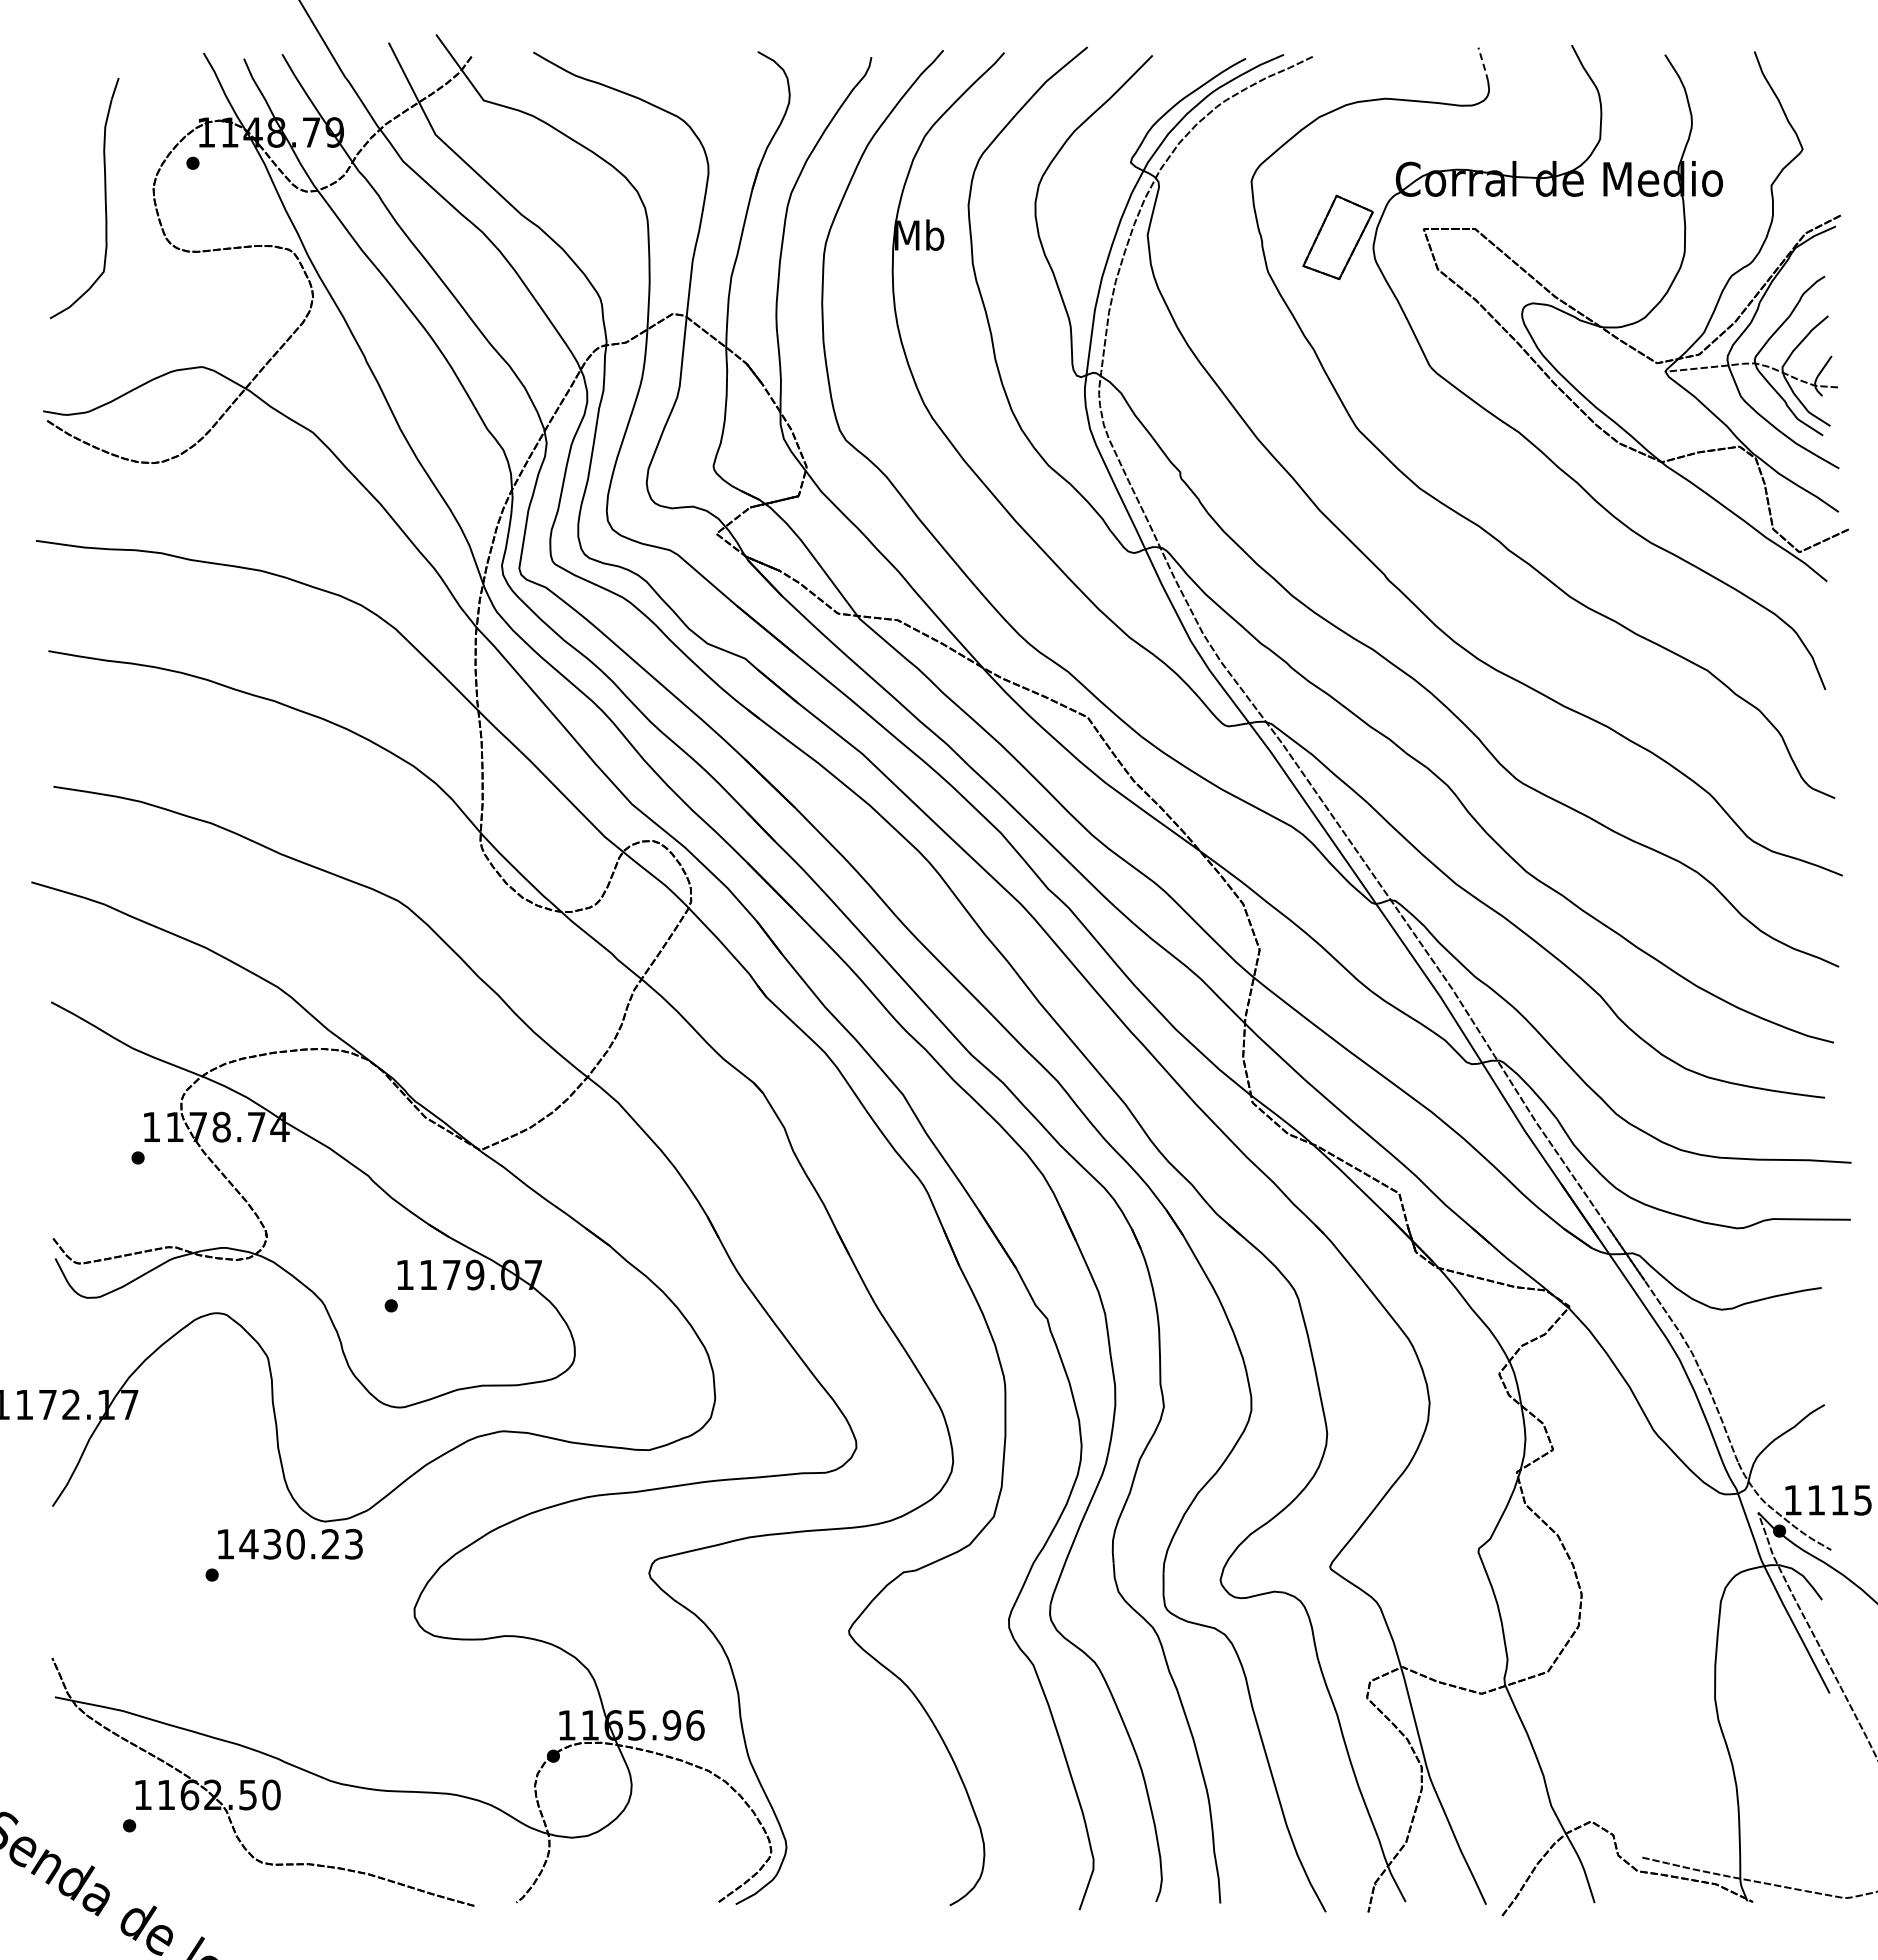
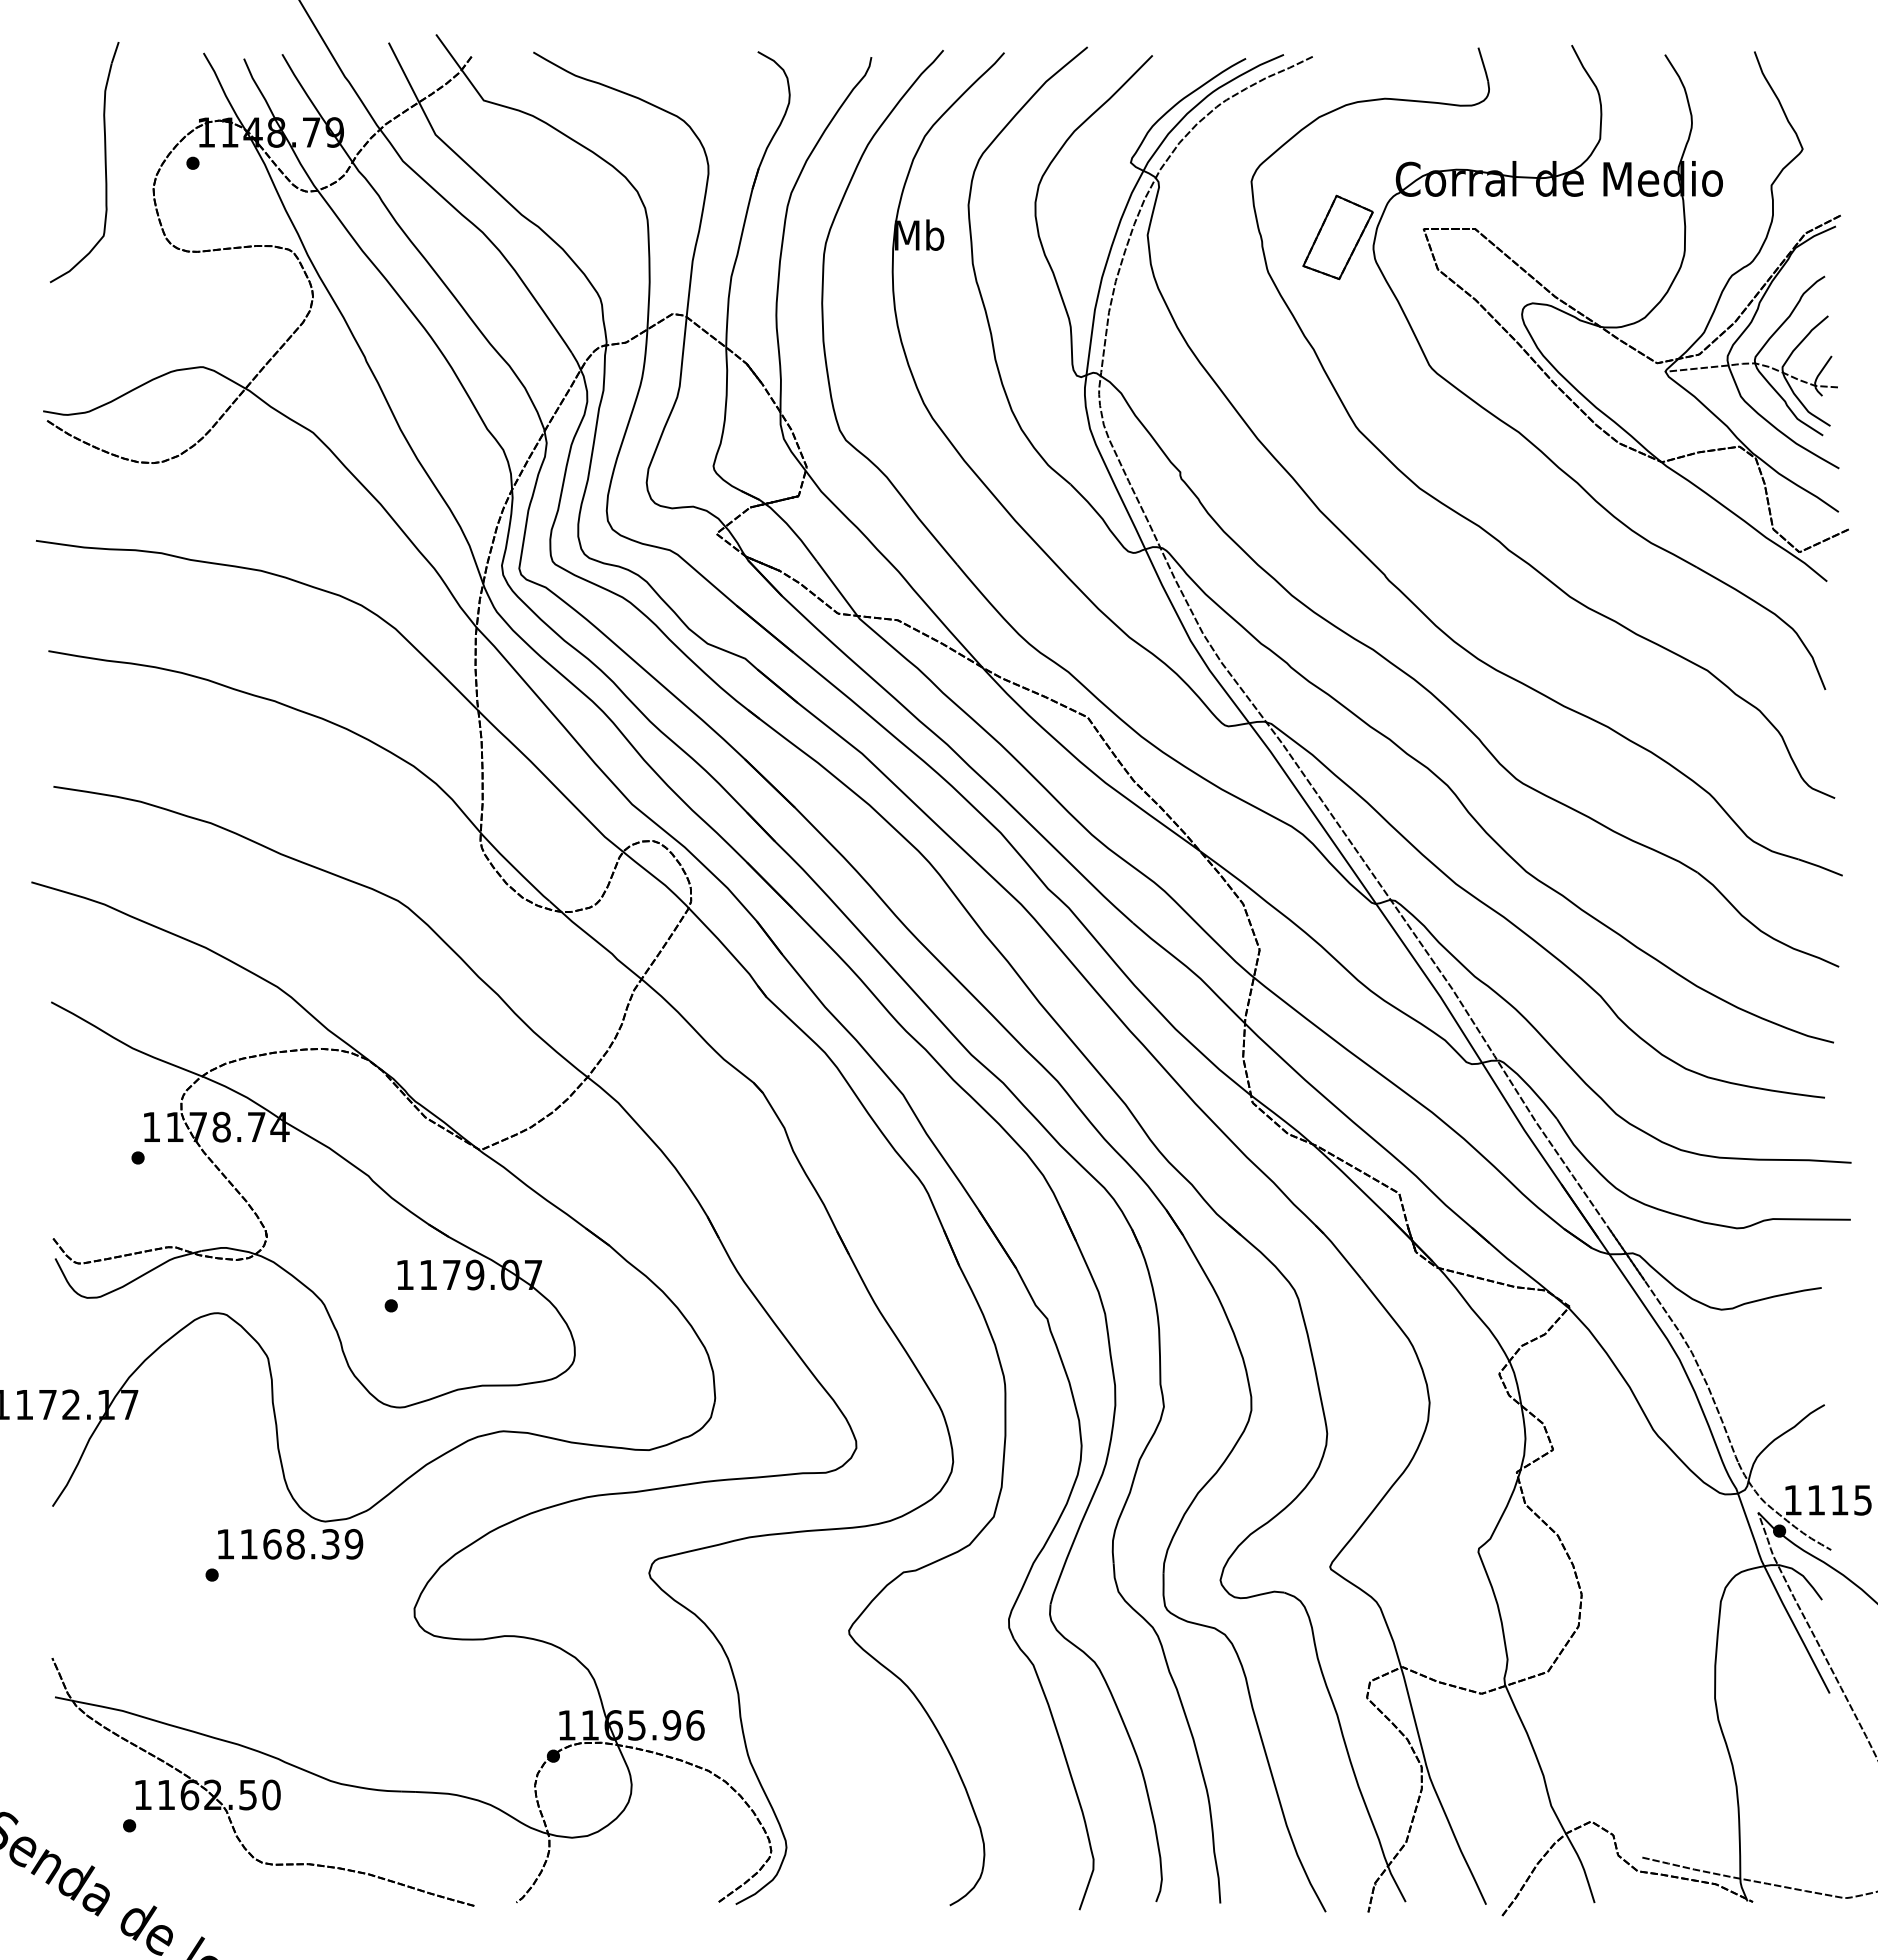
line at (1483, 64): dashed -> solid
part at (104, 198) position: (104, 198) -> (104, 162)
text at (301, 1543): 1430.23 -> 1168.39
